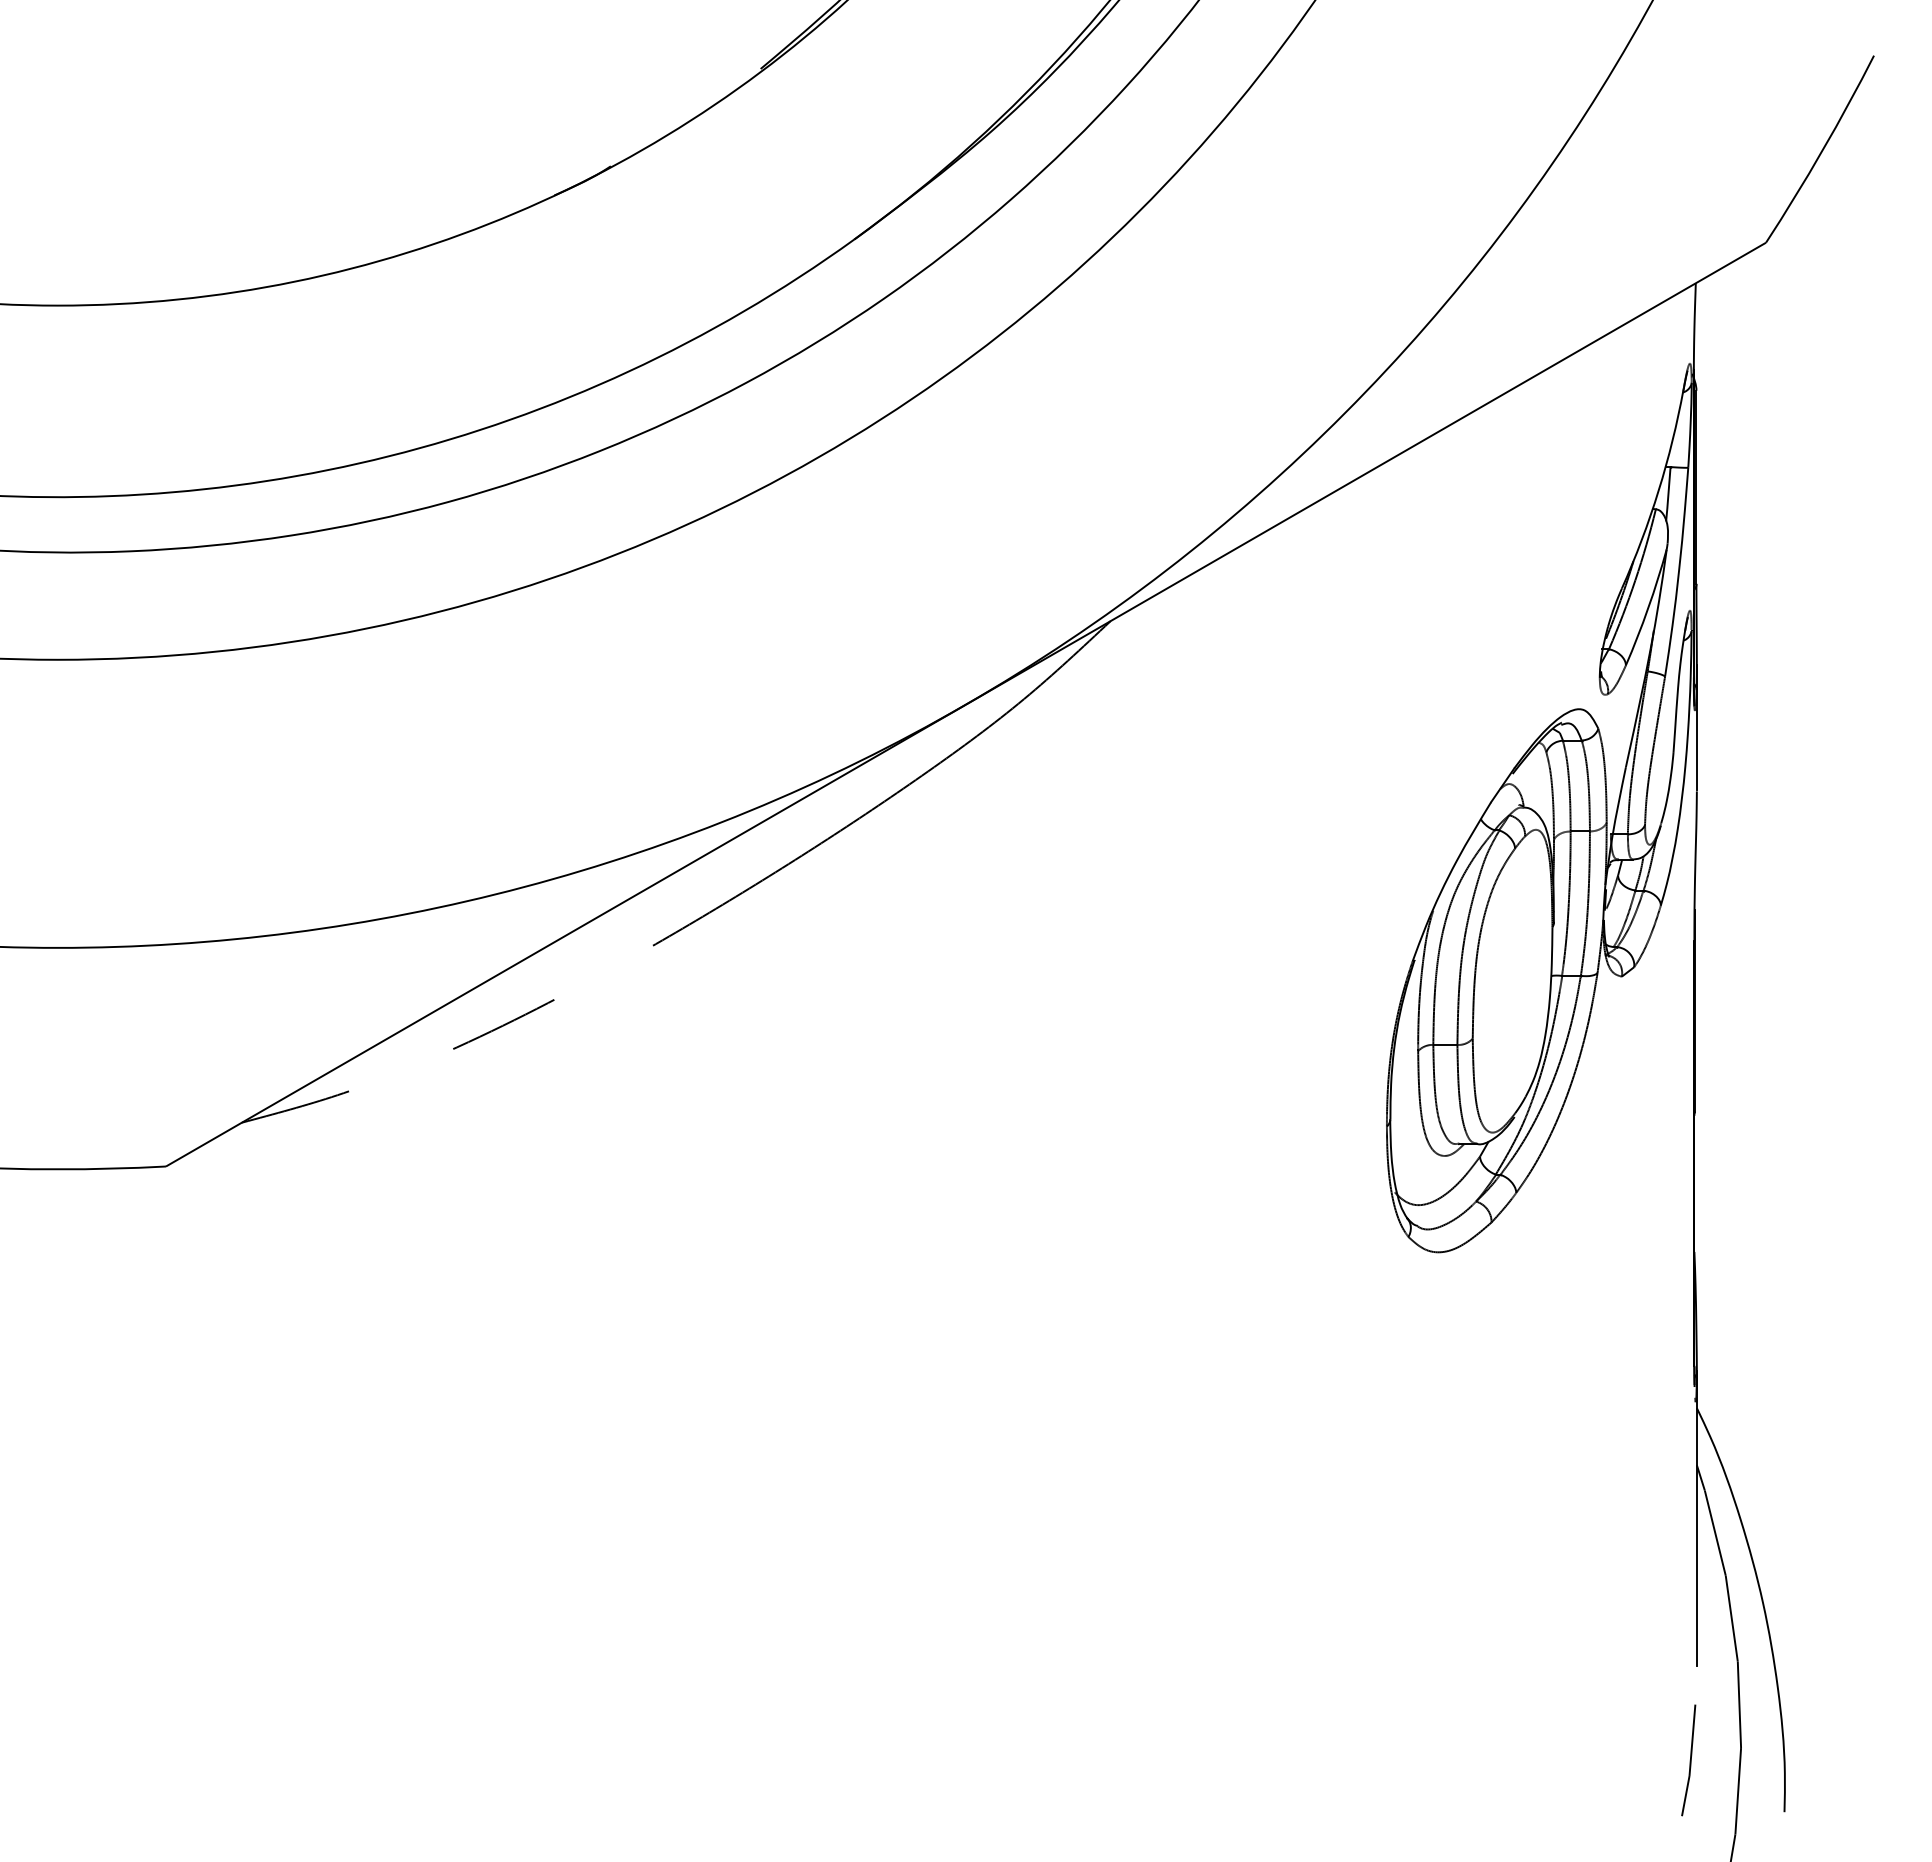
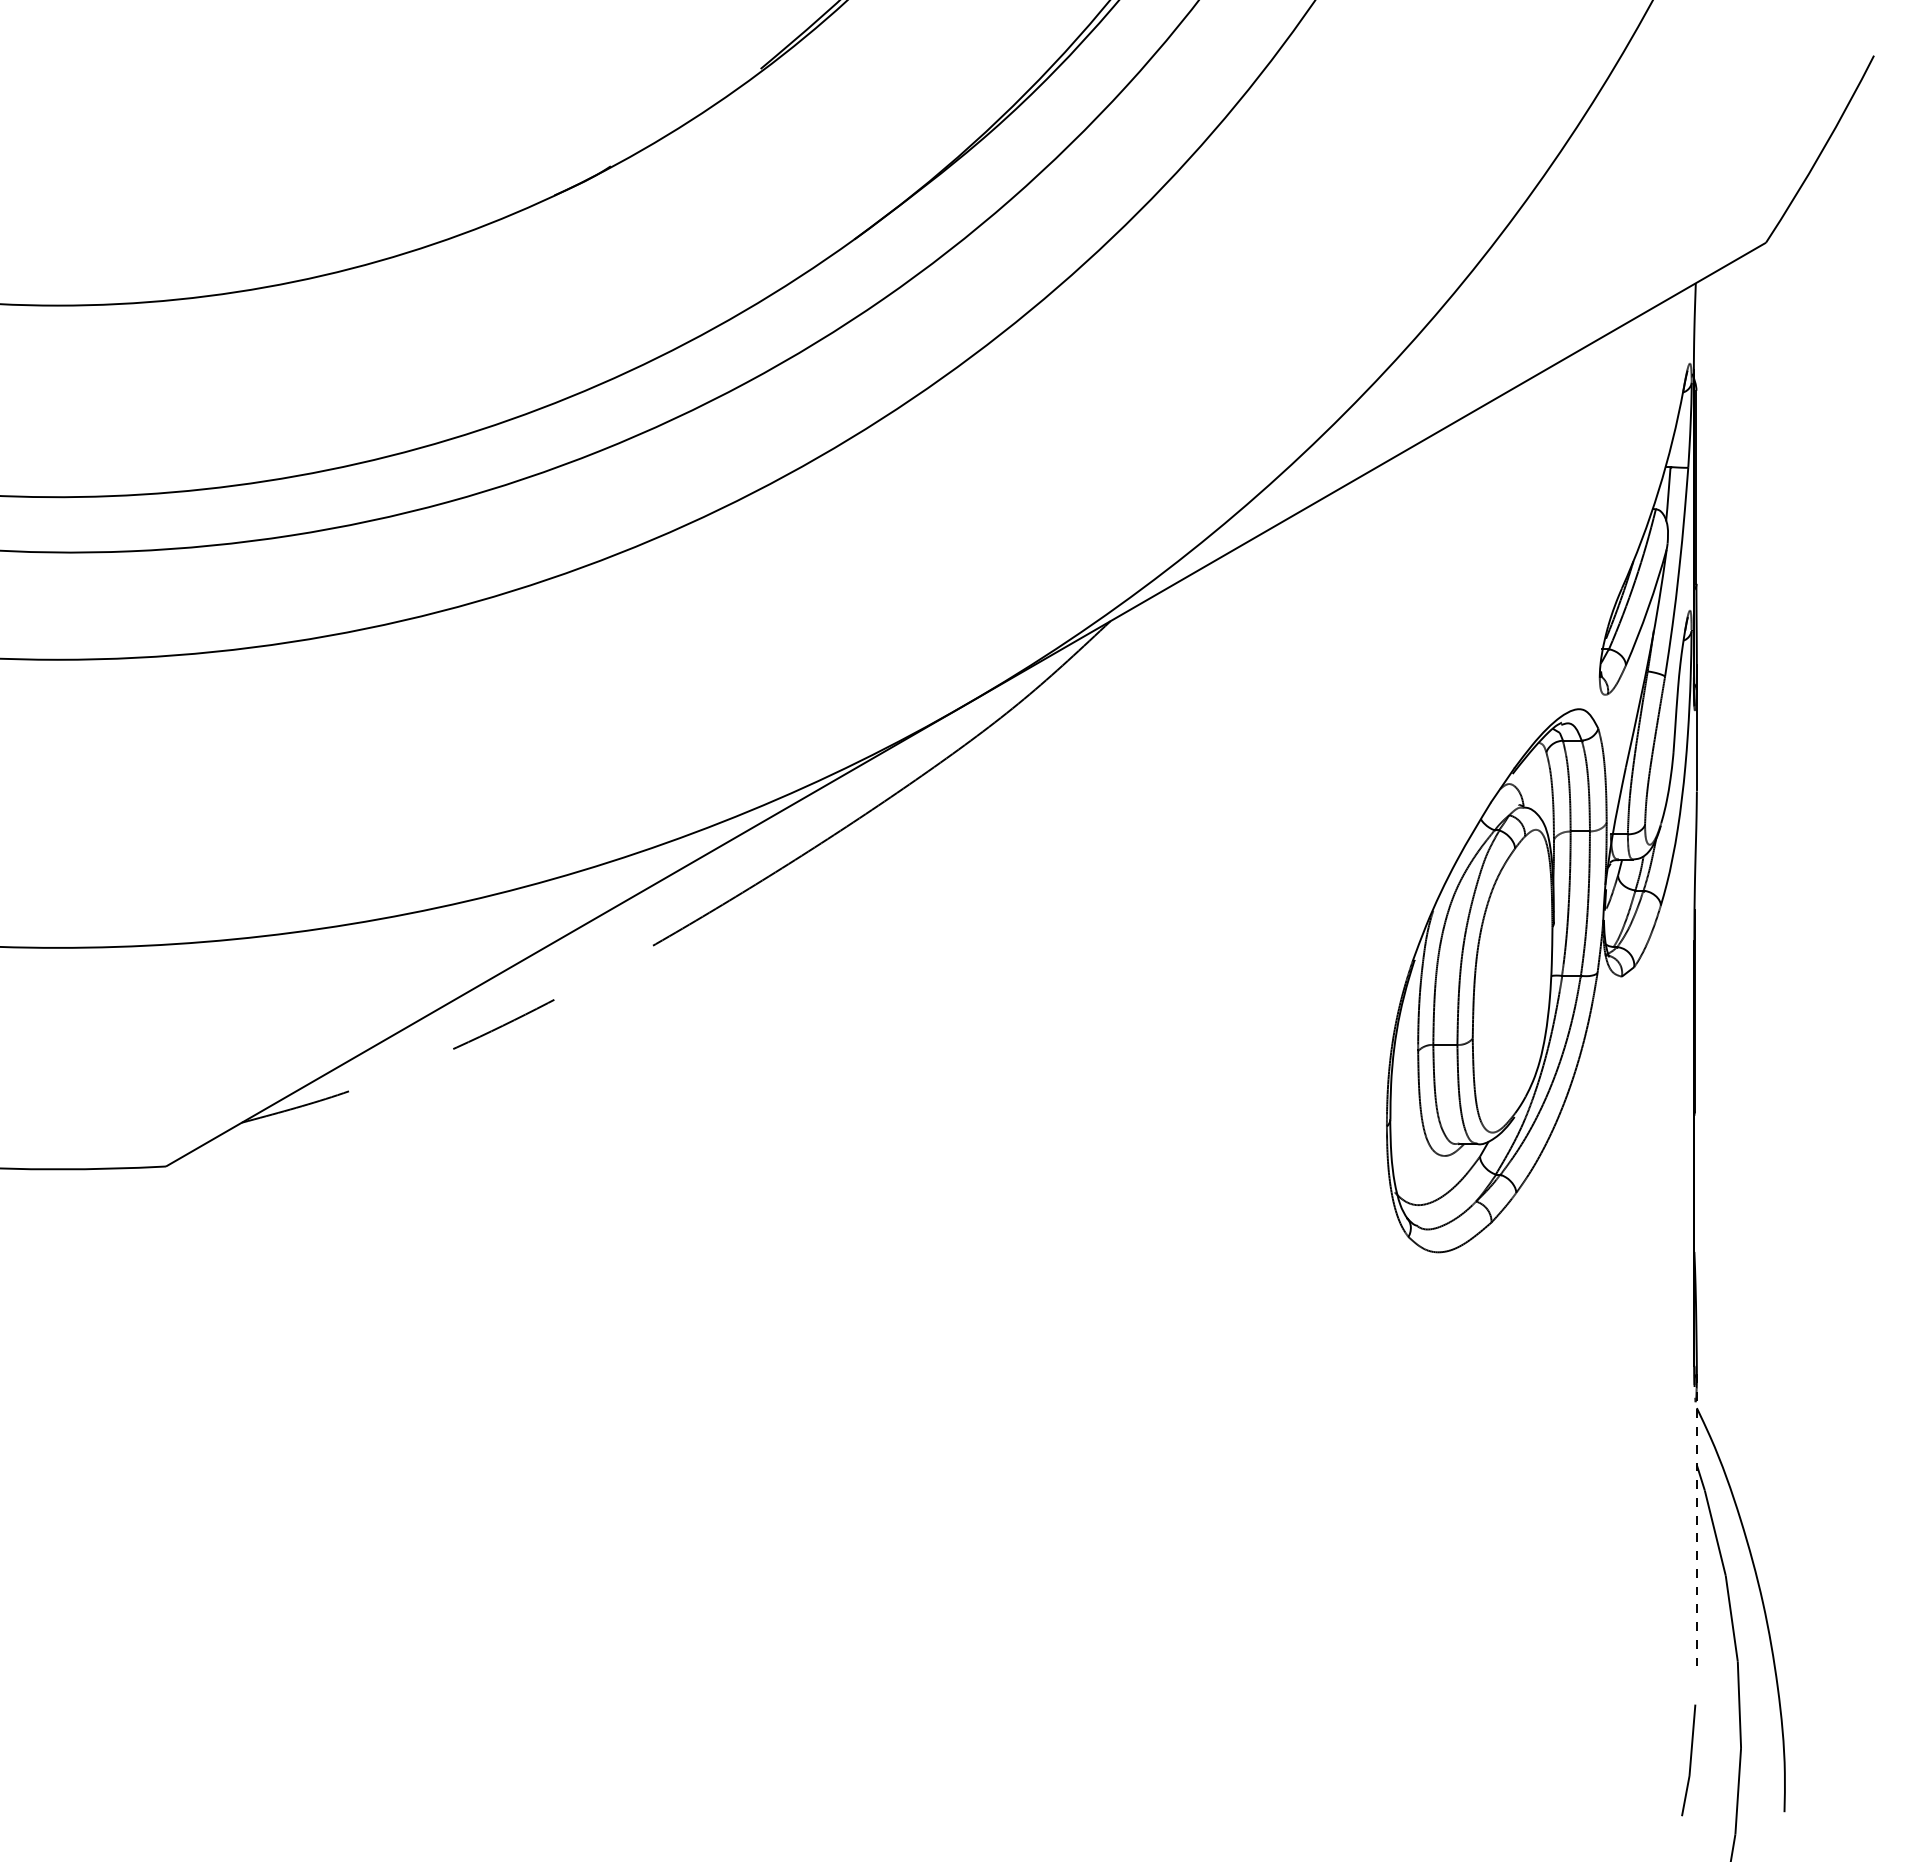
line at (1696, 1518): solid -> dashed
